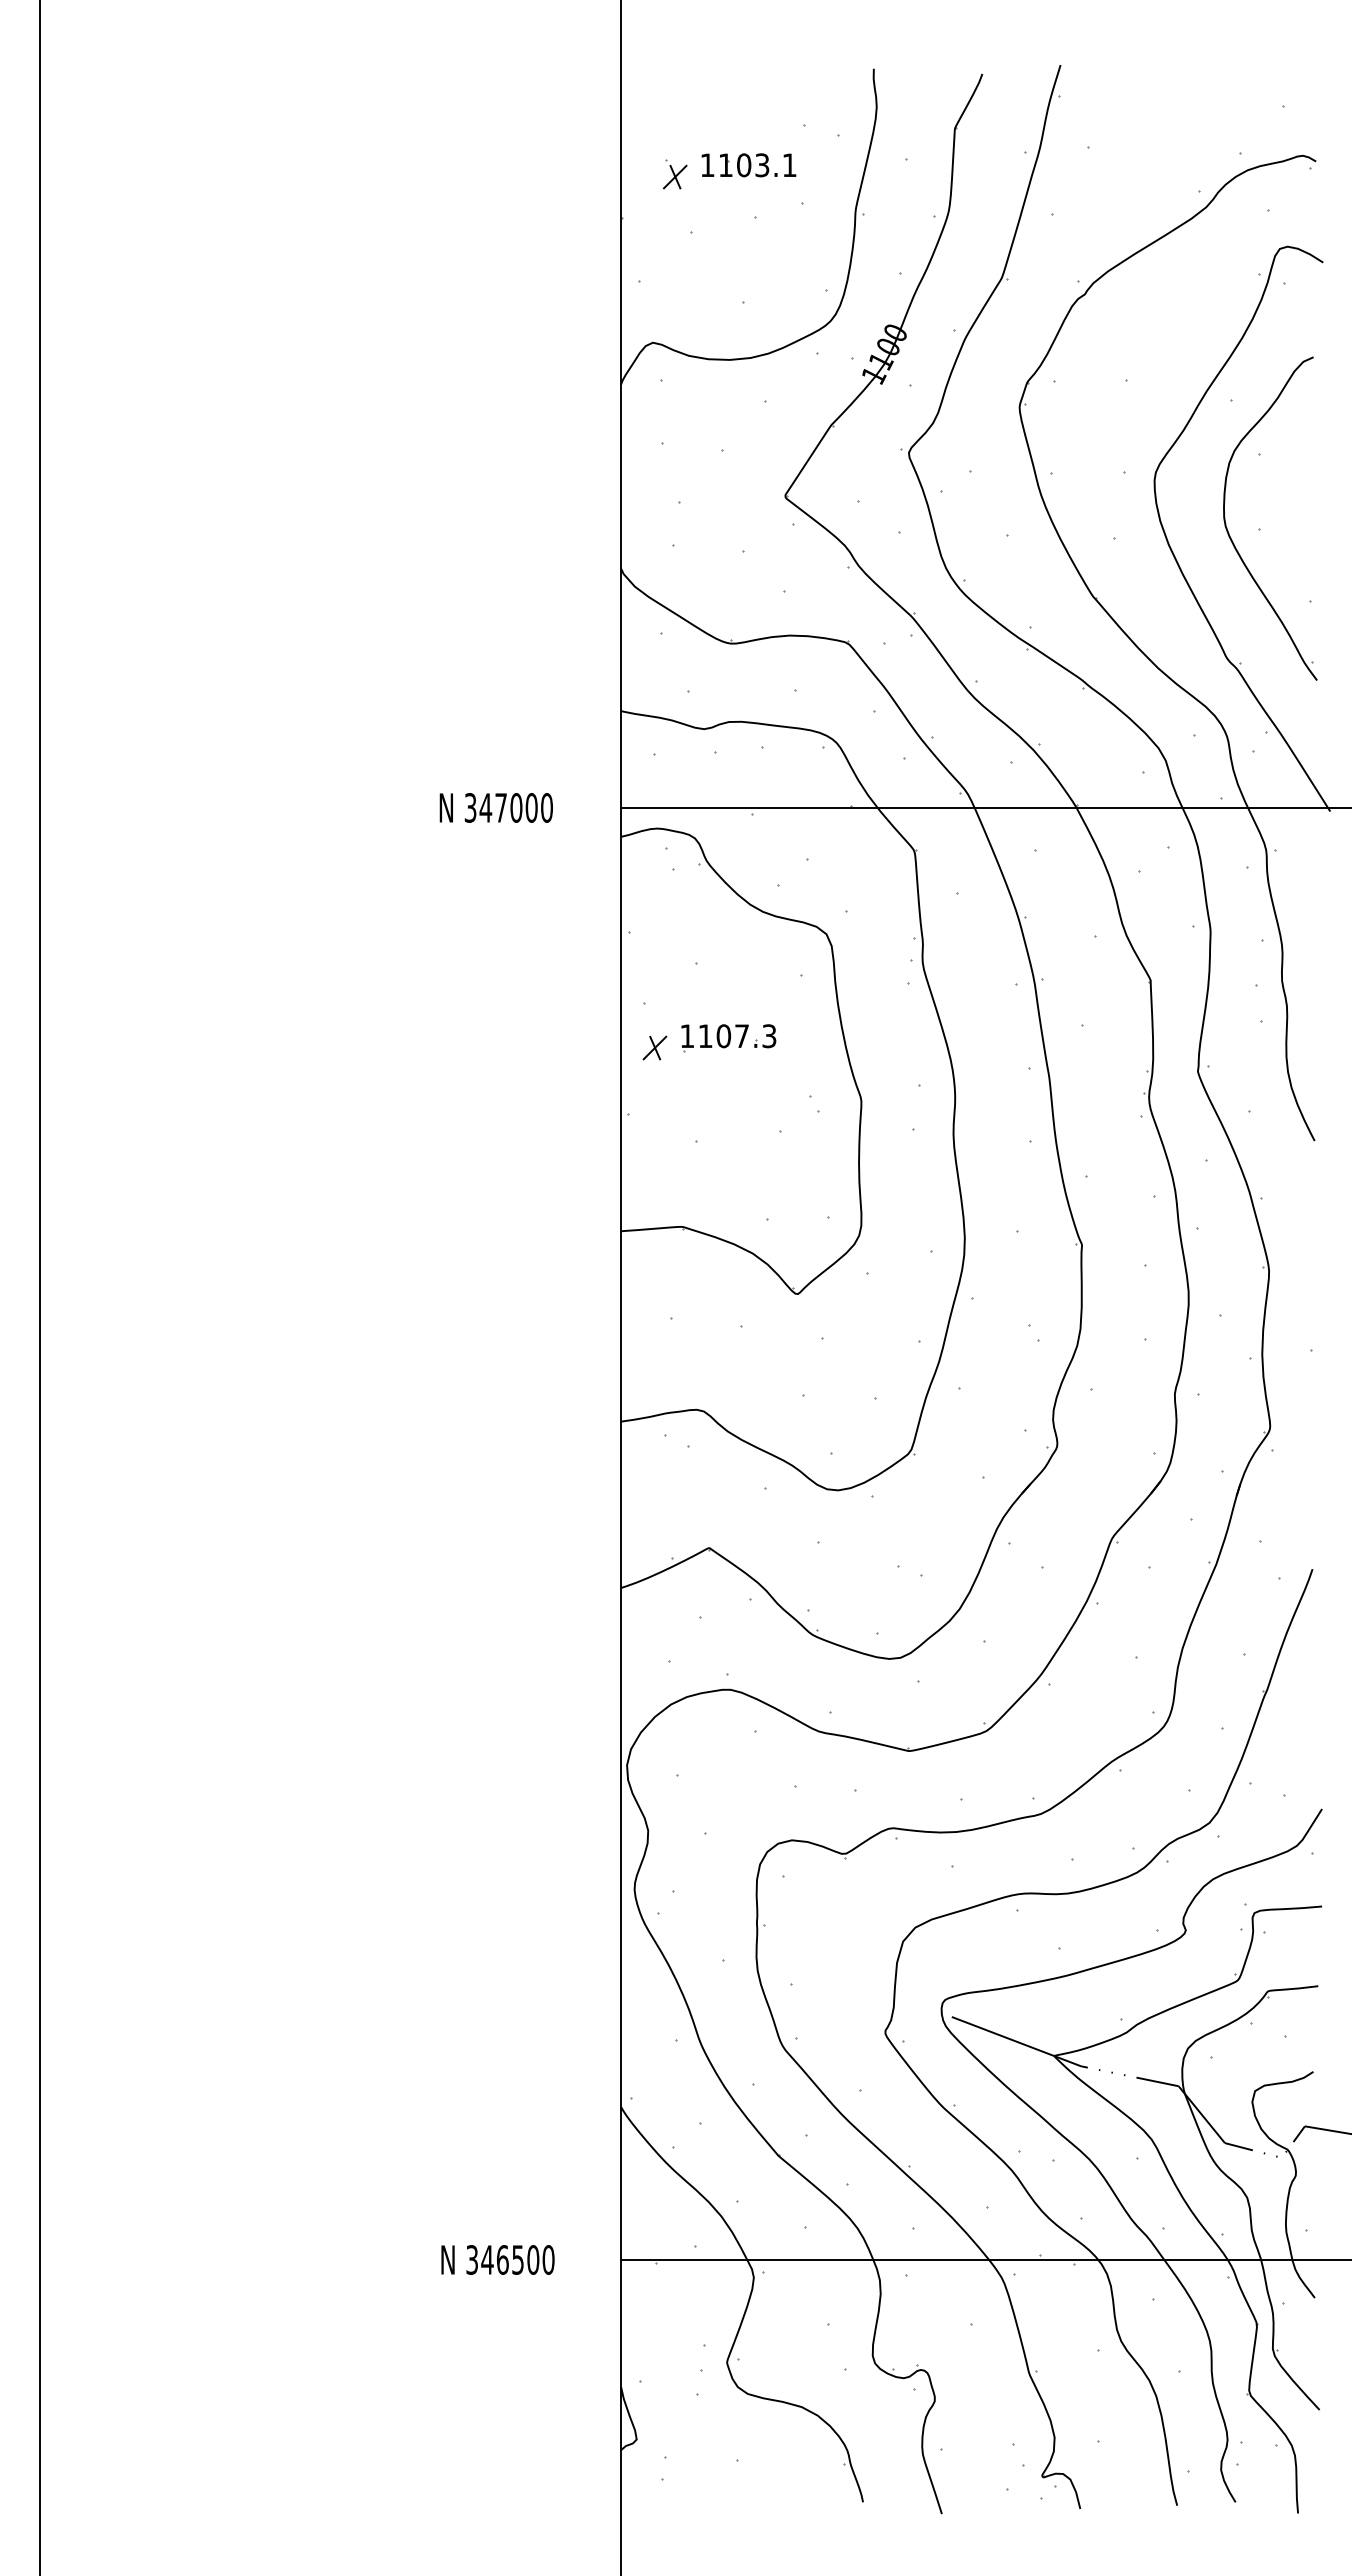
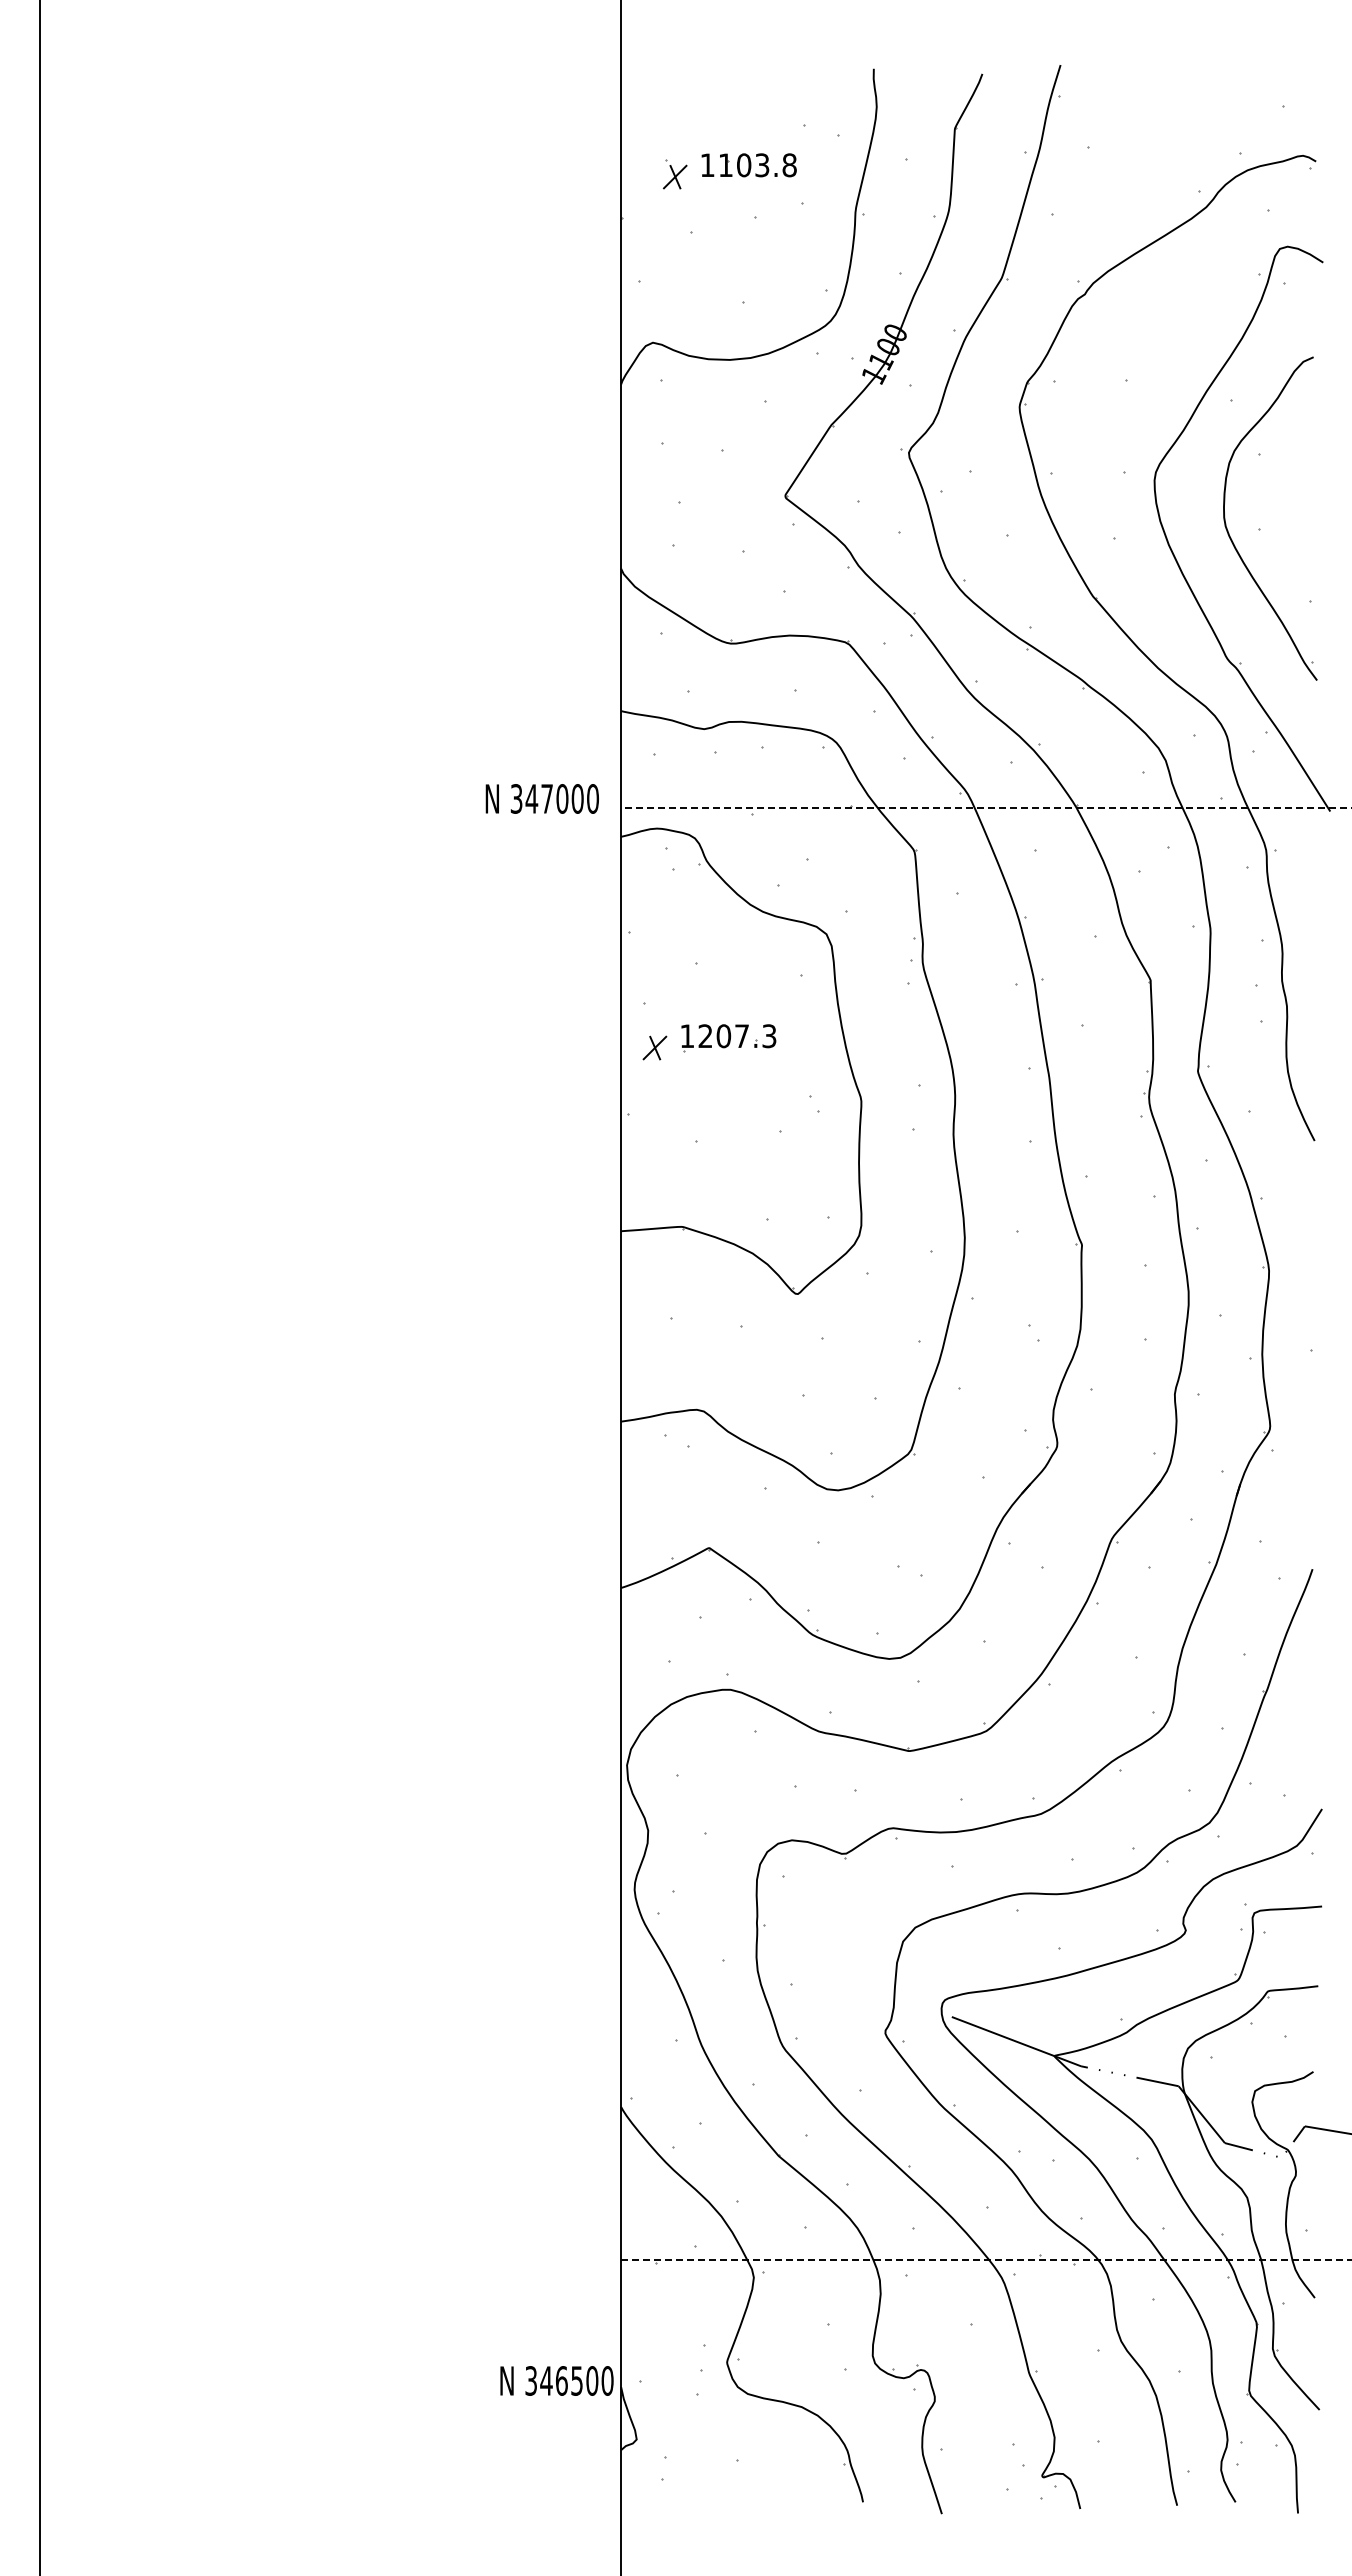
text at (789, 165): 1103.1 -> 1103.8
text at (495, 807) position: (495, 807) -> (541, 798)
line at (985, 807): solid -> dashed
text at (705, 1035): 1107.3 -> 1207.3
text at (497, 2259) position: (497, 2259) -> (556, 2380)
line at (986, 2259): solid -> dashed
